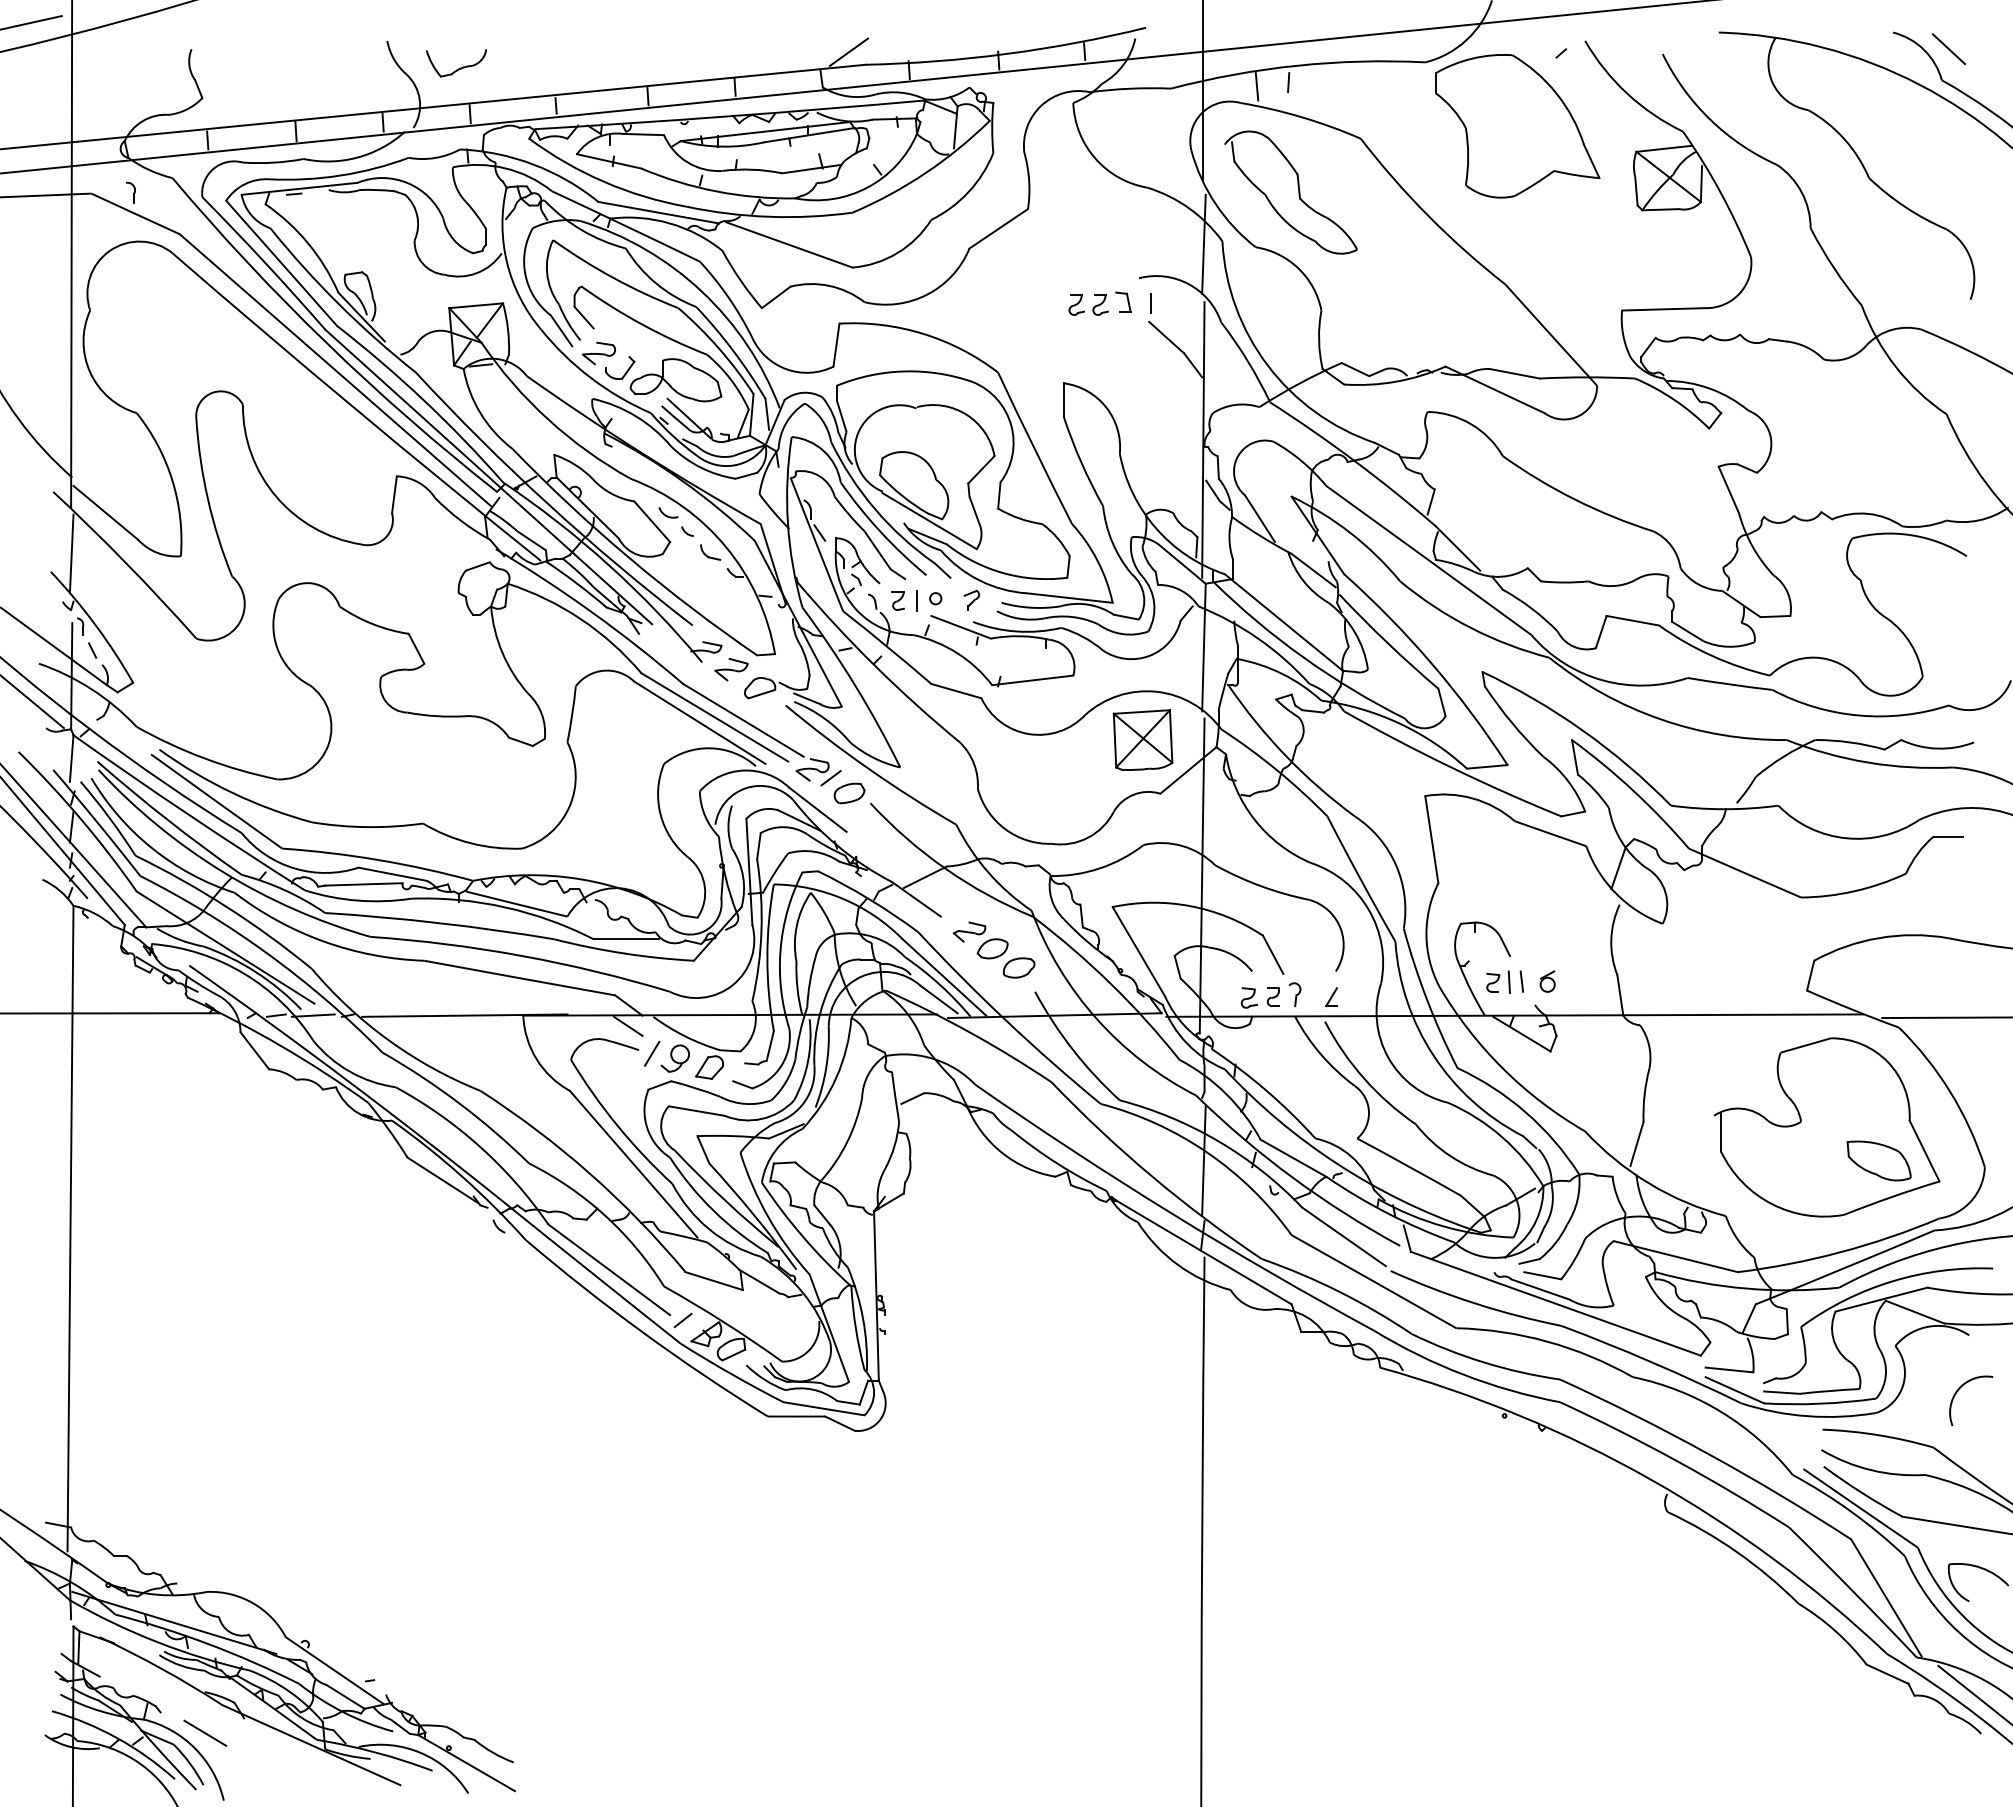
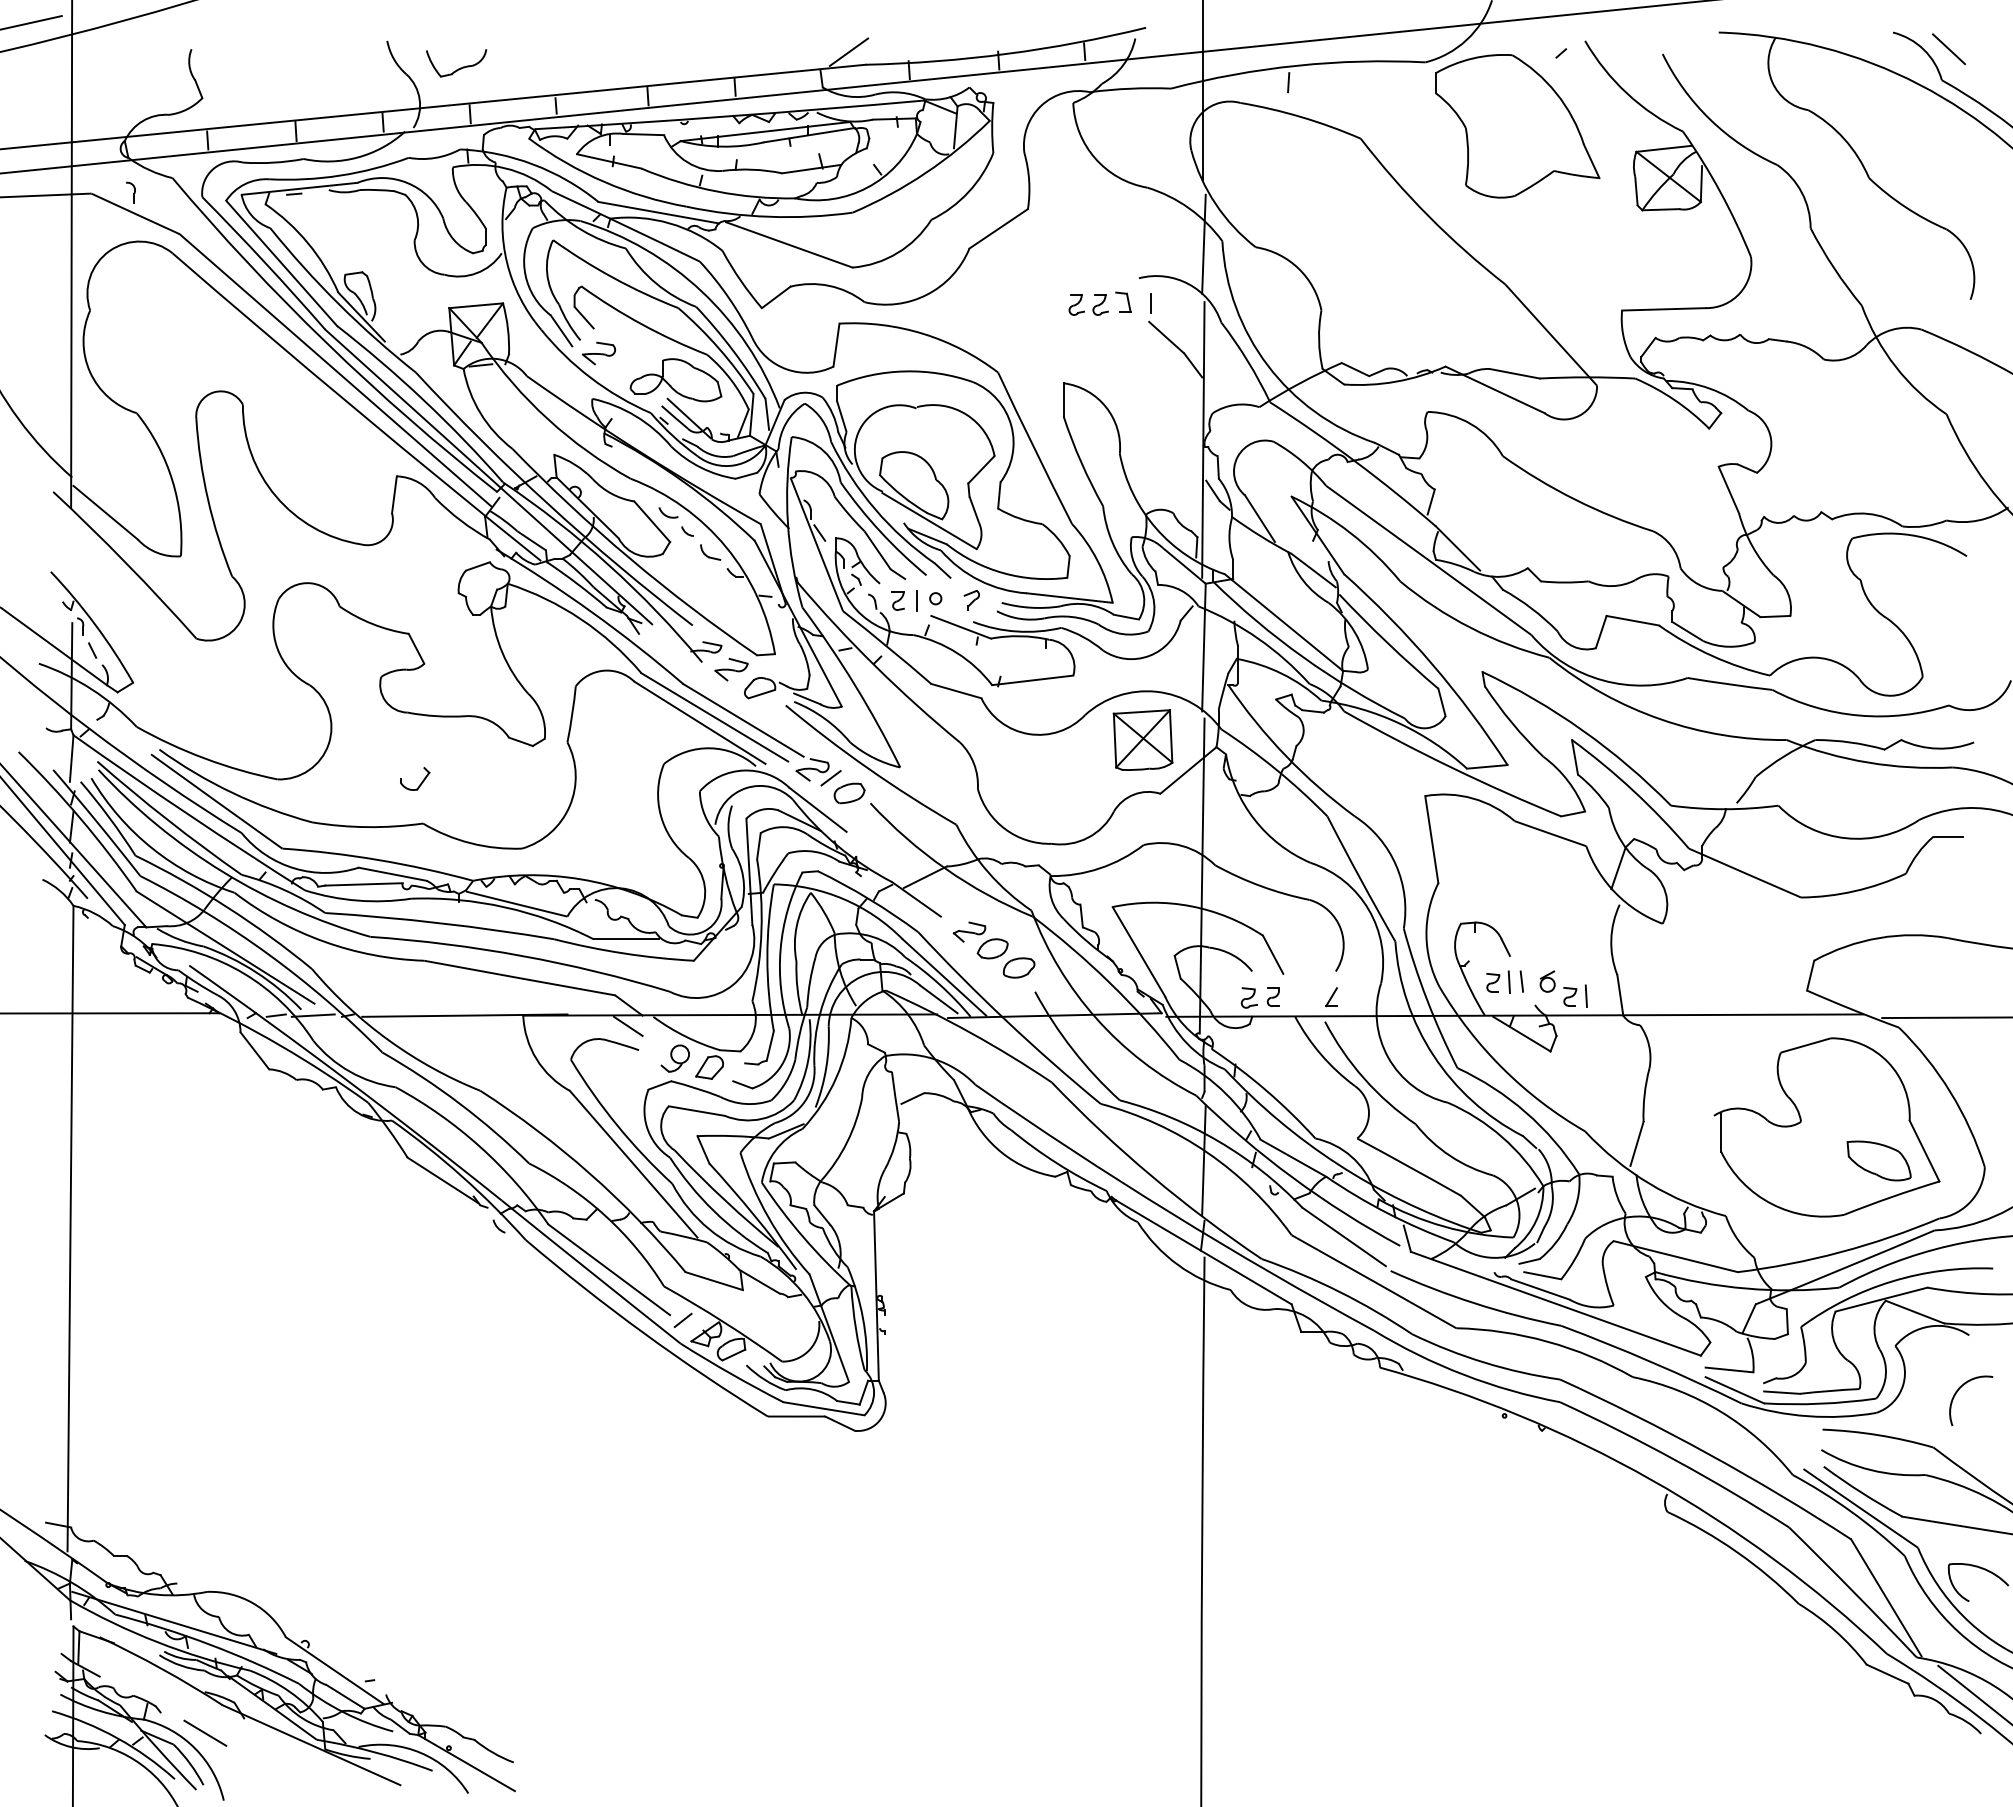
line at (1256, 86): present -> none
part at (1298, 192): present -> none
part at (626, 370) position: (626, 370) -> (421, 781)
line at (71, 553): present -> none
line at (32, 702): present -> none
part at (1294, 994): present -> none
part at (1575, 995): none -> present
line at (651, 1053): present -> none
